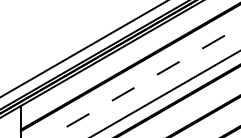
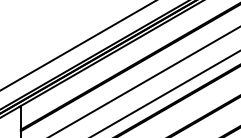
line at (83, 49) position: (83, 49) -> (77, 45)
line at (144, 82): dashed -> solid
